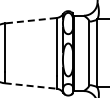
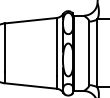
line at (30, 20): dashed -> solid
line at (31, 86): dashed -> solid
